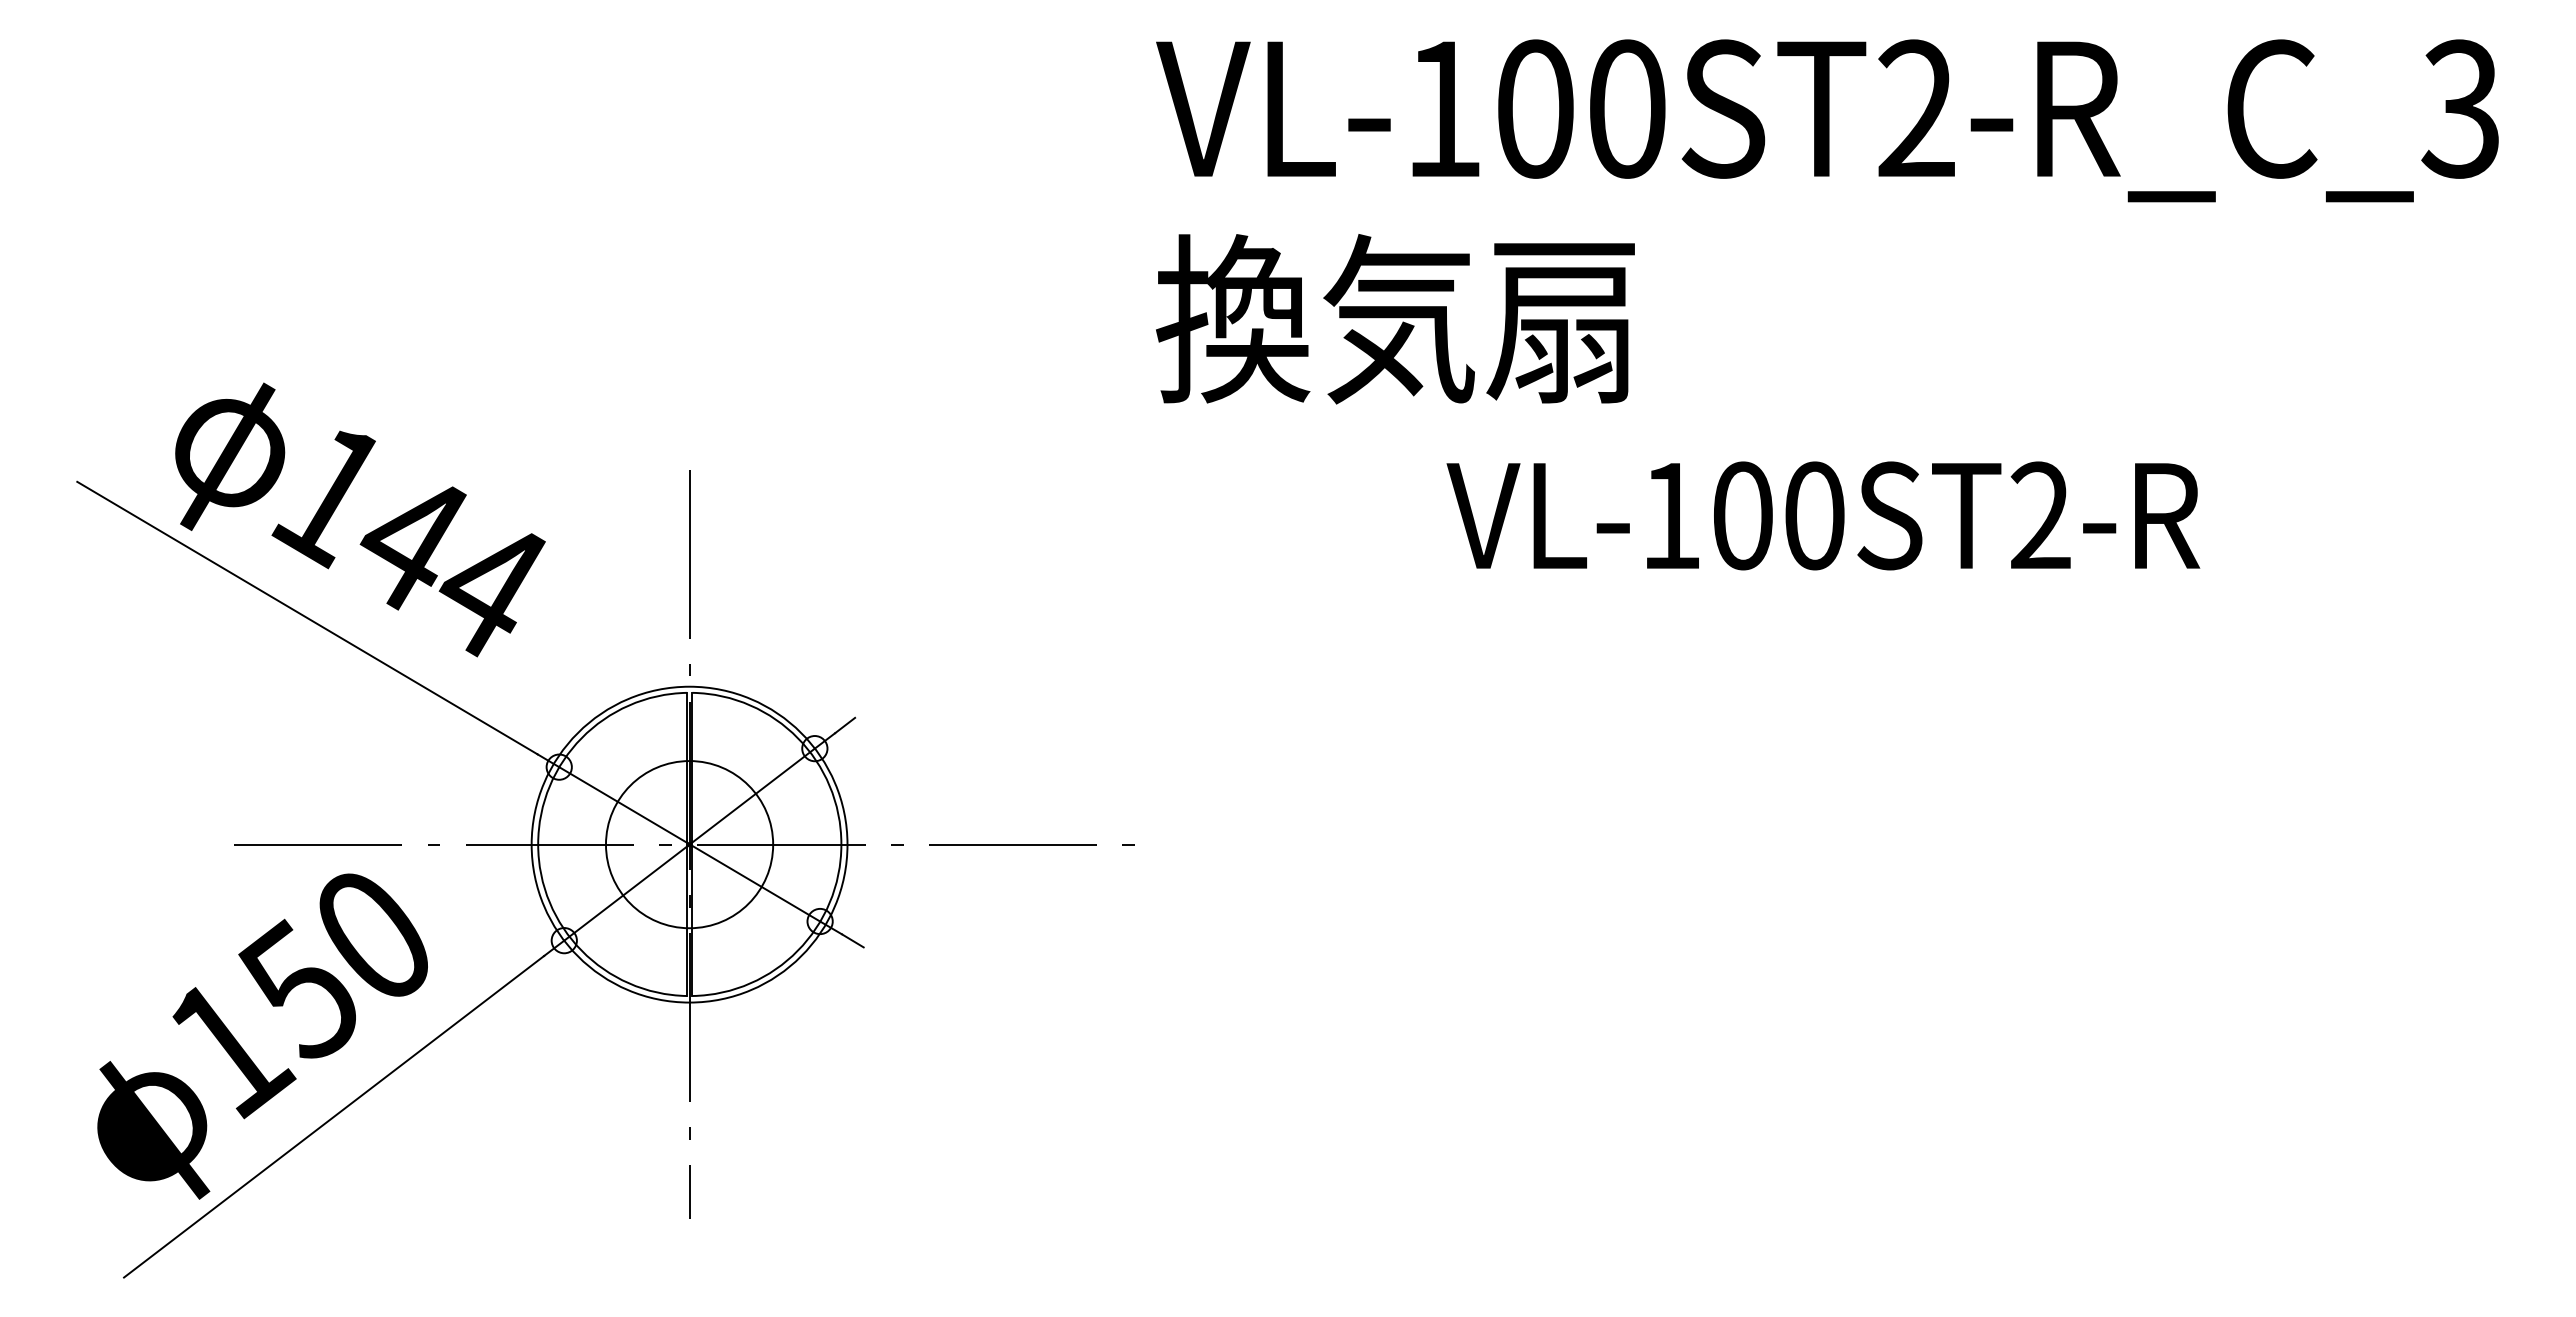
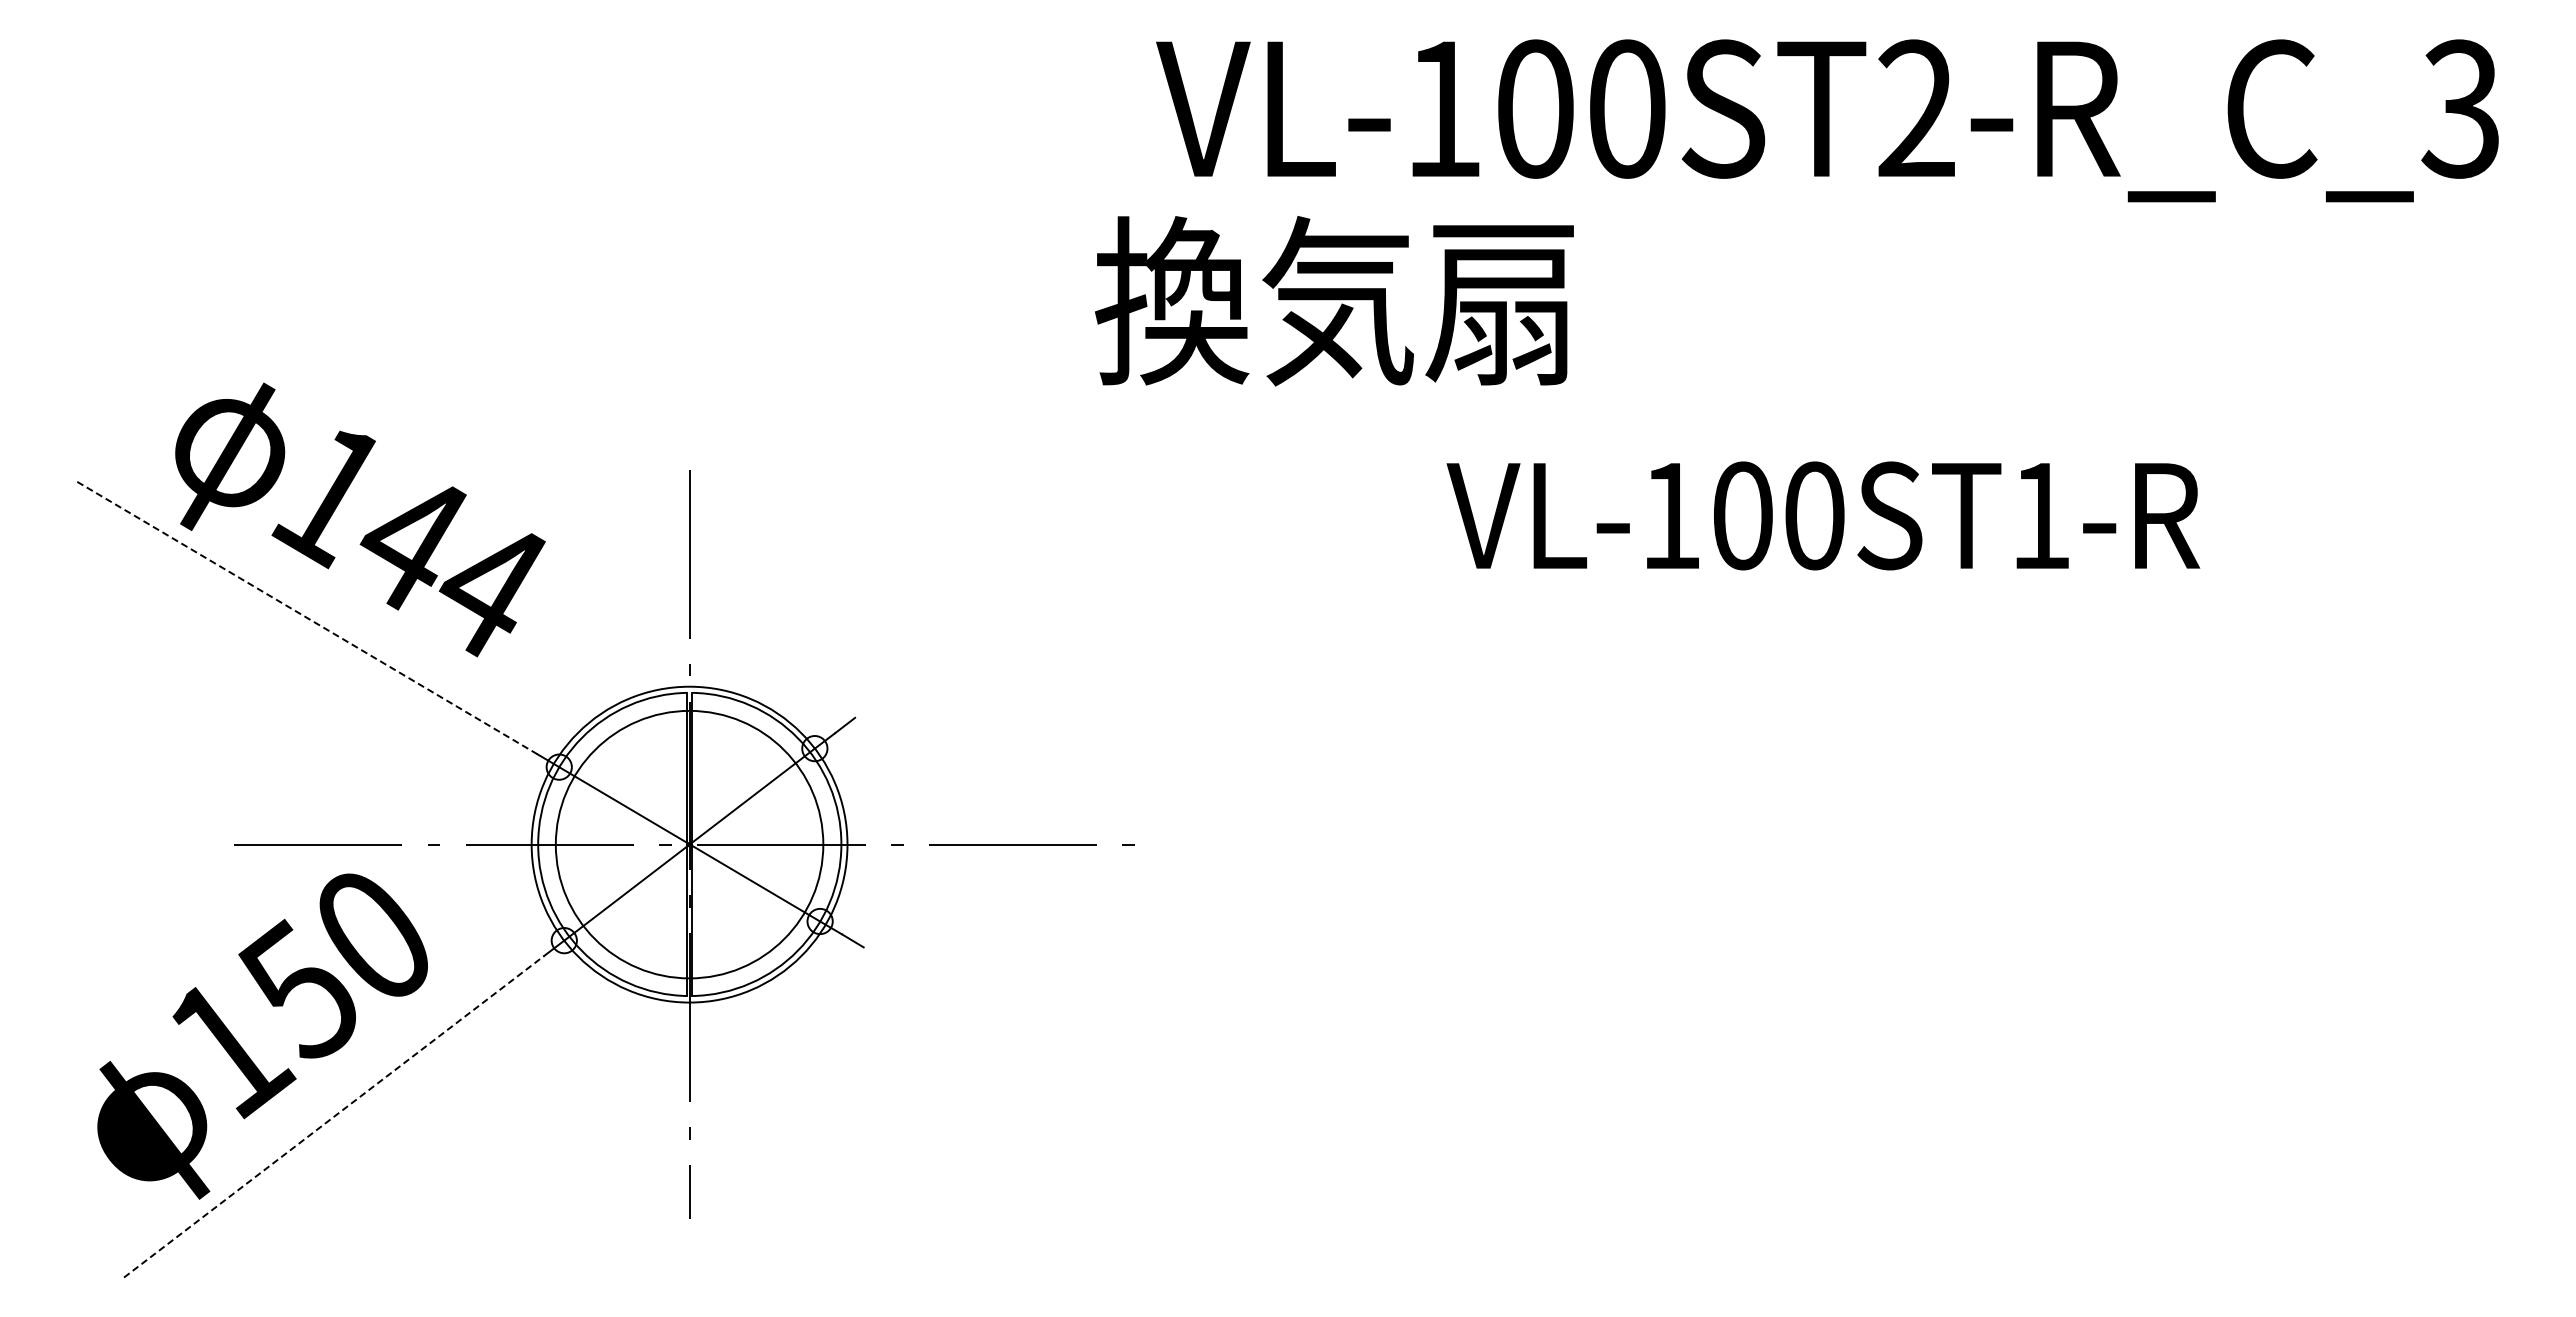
text at (1395, 319) position: (1395, 319) -> (1334, 301)
text at (2040, 514): VL-100ST2-R -> VL-100ST1-R
line at (307, 618): solid -> dashed
circle at (689, 844) diameter: 167 px -> 267 px
line at (334, 1116): solid -> dashed
